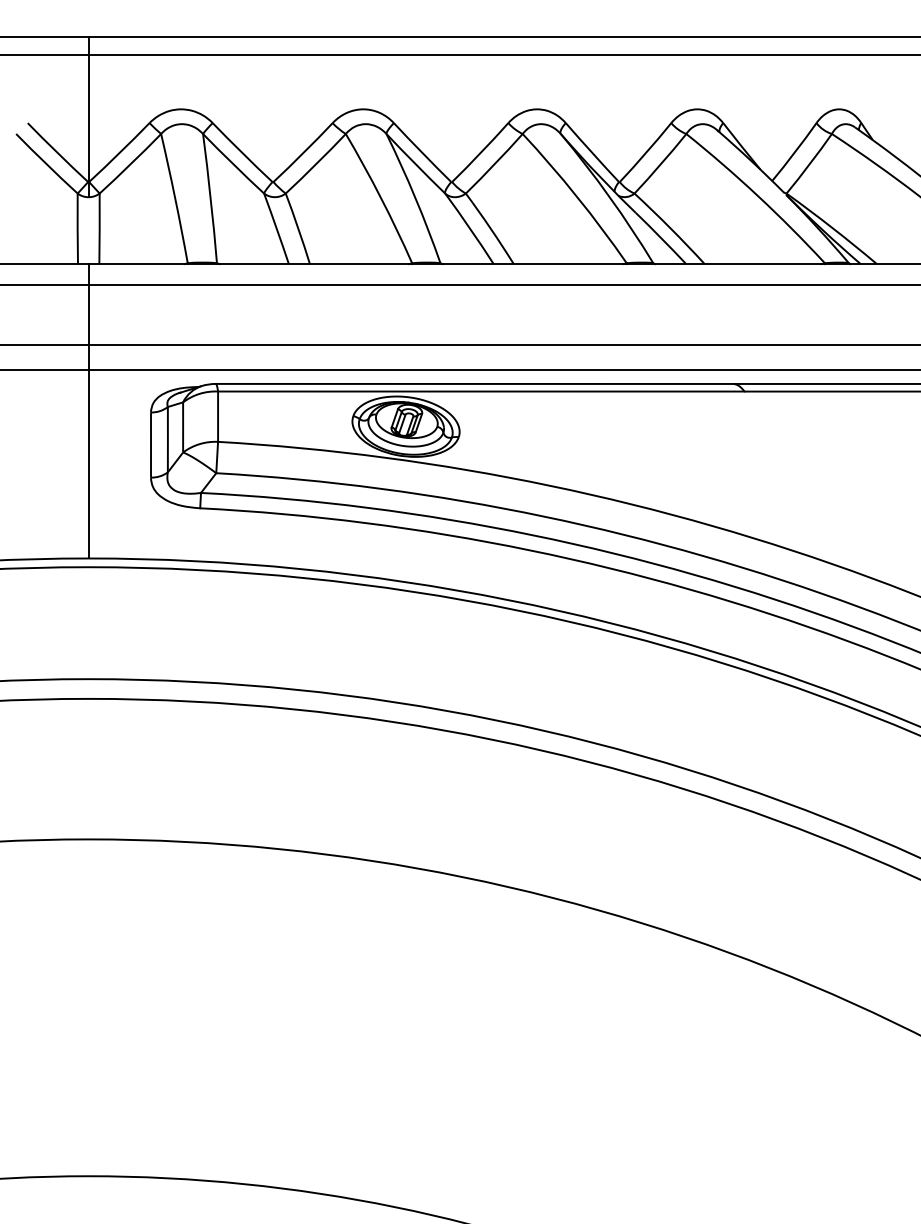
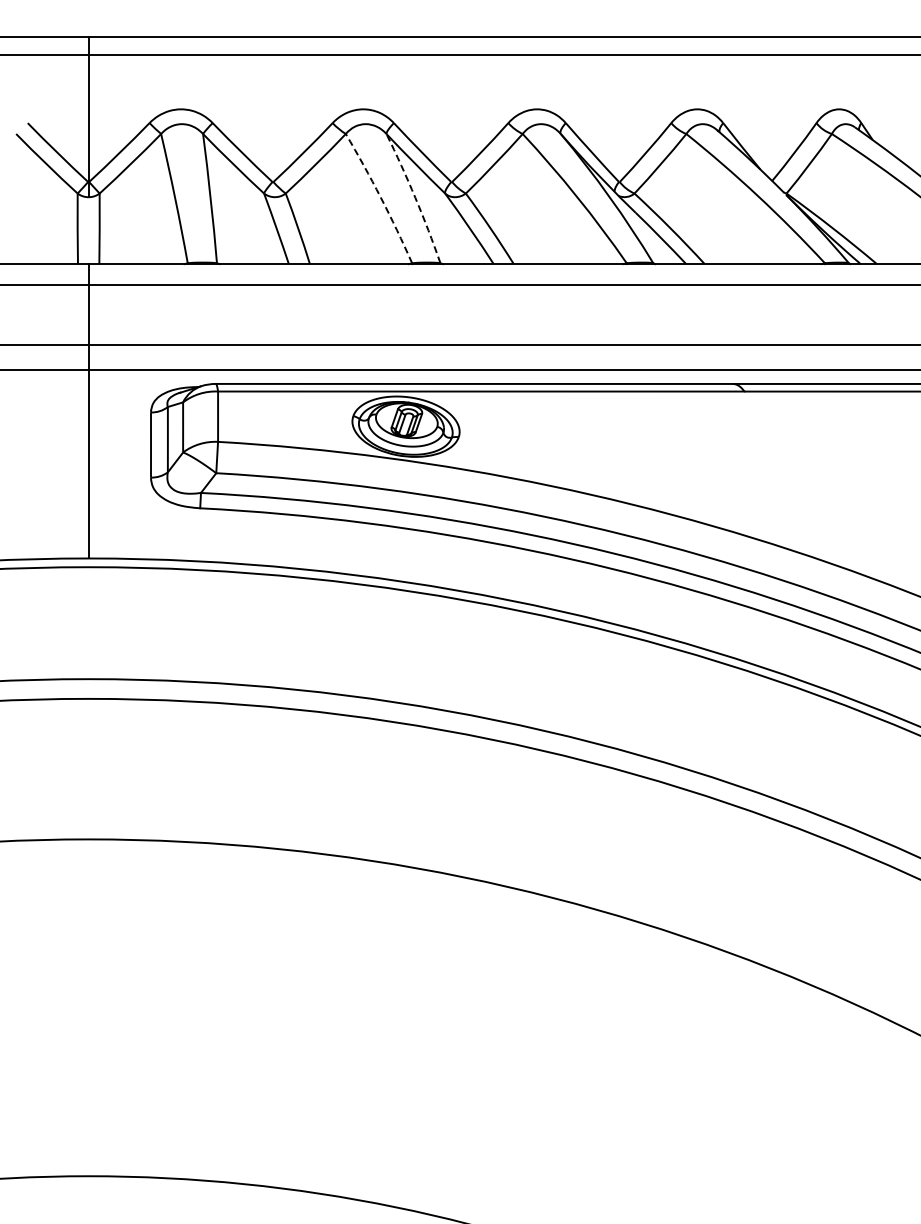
arc at (380, 197): solid -> dashed
arc at (415, 197): solid -> dashed
